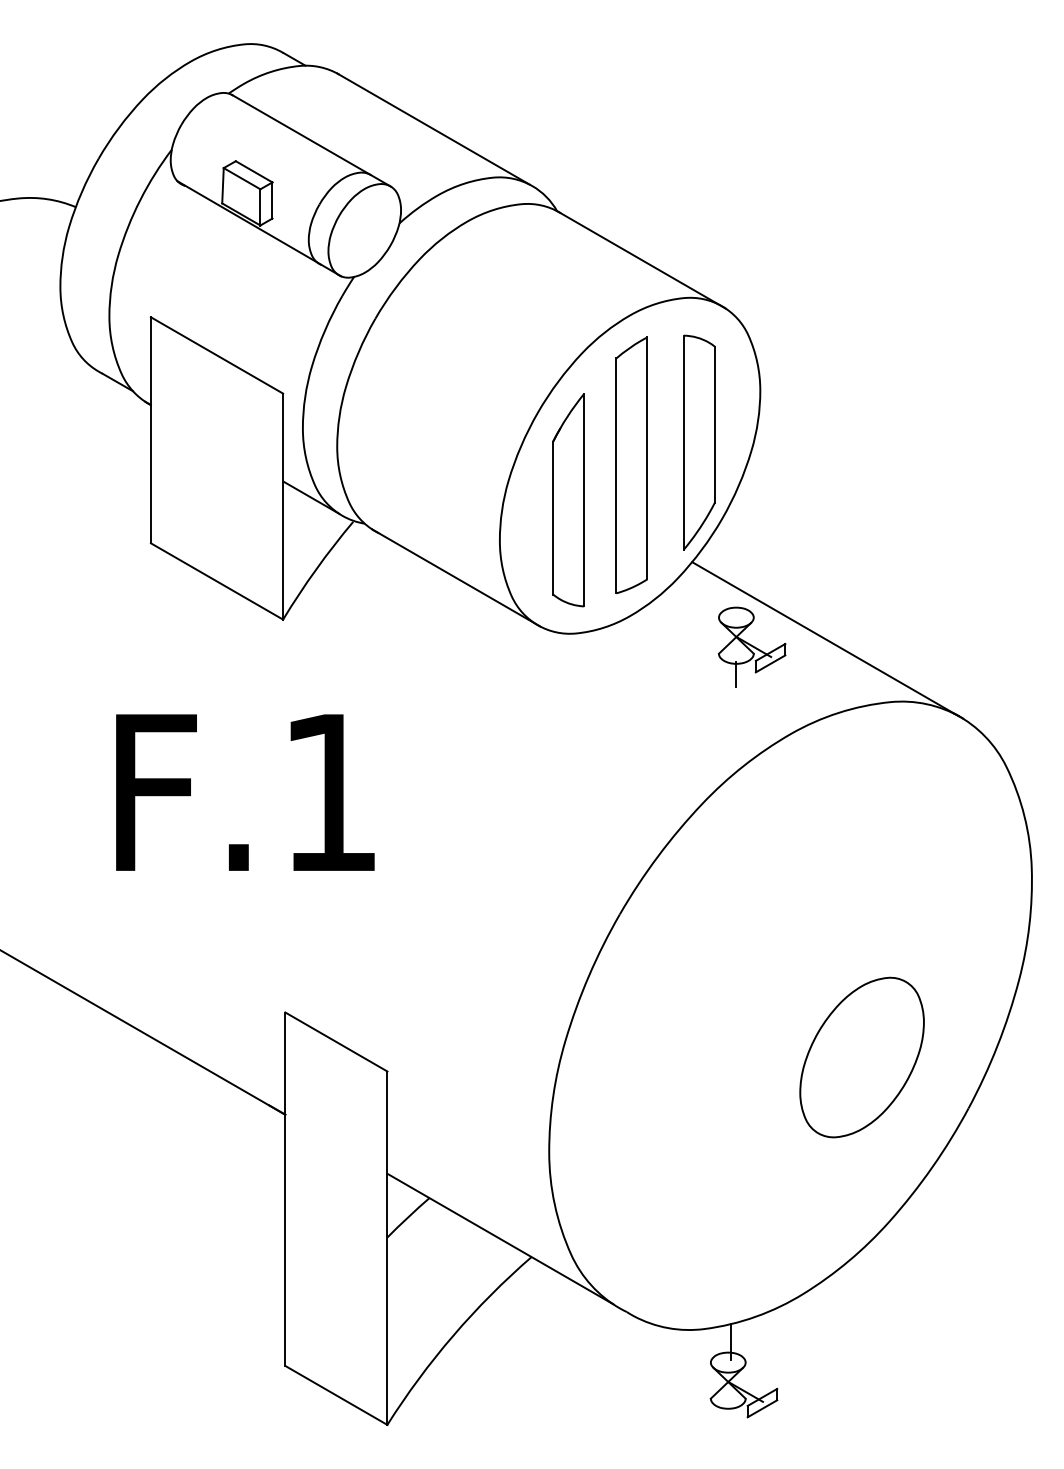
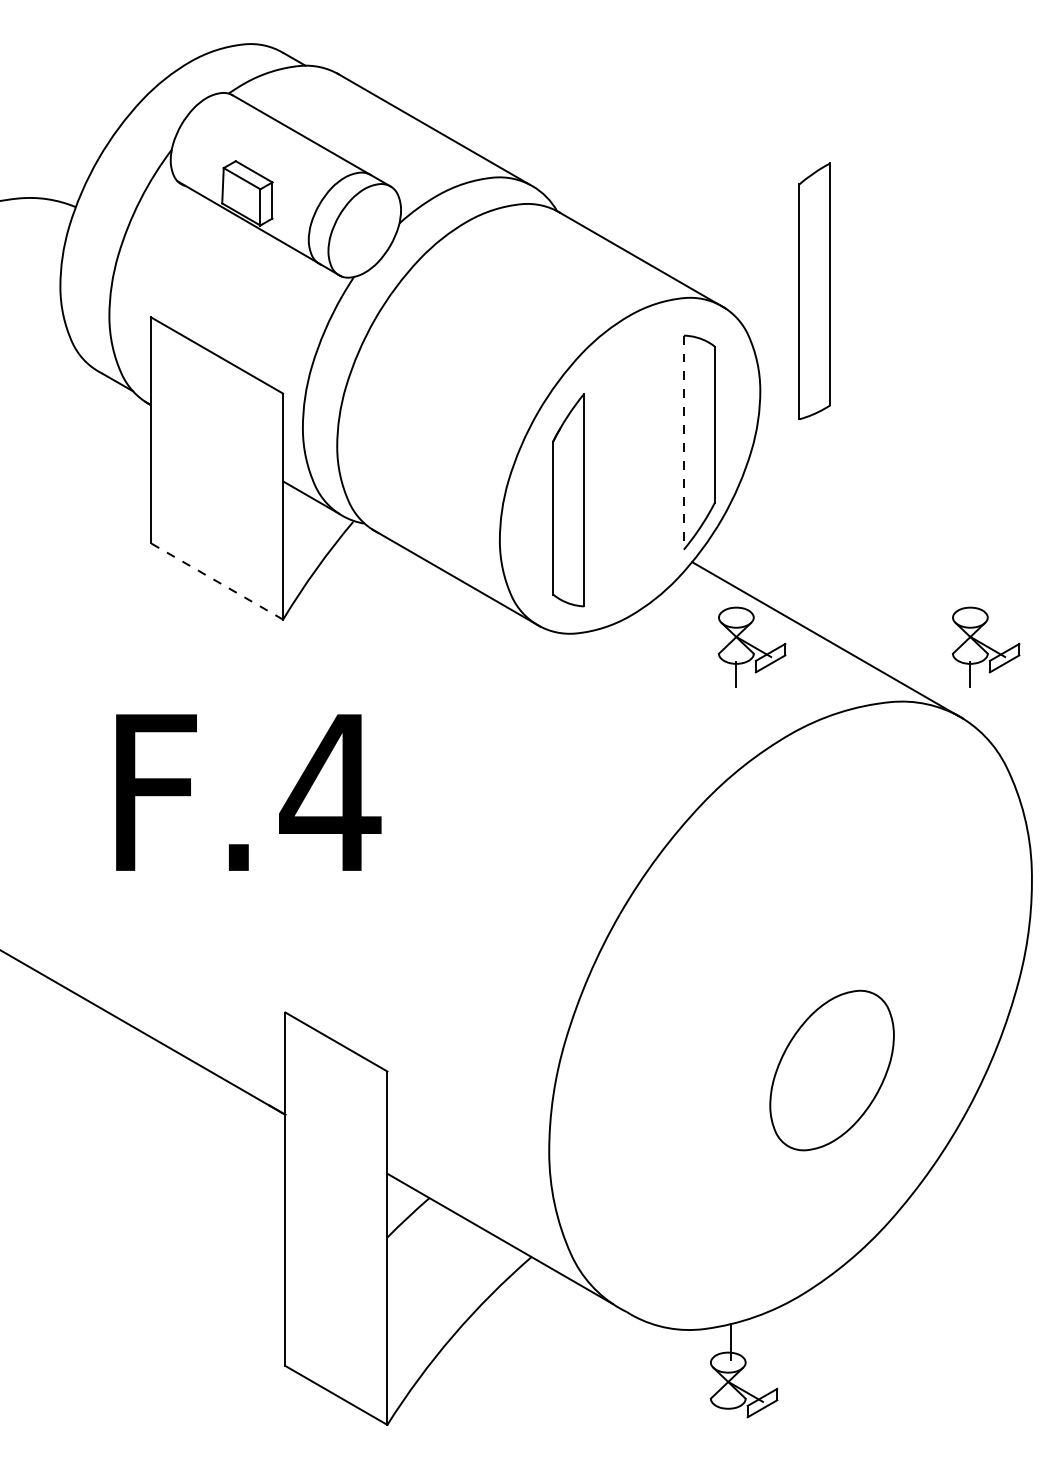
line at (683, 443): solid -> dashed
part at (631, 464) position: (631, 464) -> (814, 290)
line at (216, 581): solid -> dashed
part at (986, 646): none -> present
text at (330, 792): F.1 -> F.4
part at (861, 1057) position: (861, 1057) -> (831, 1070)
